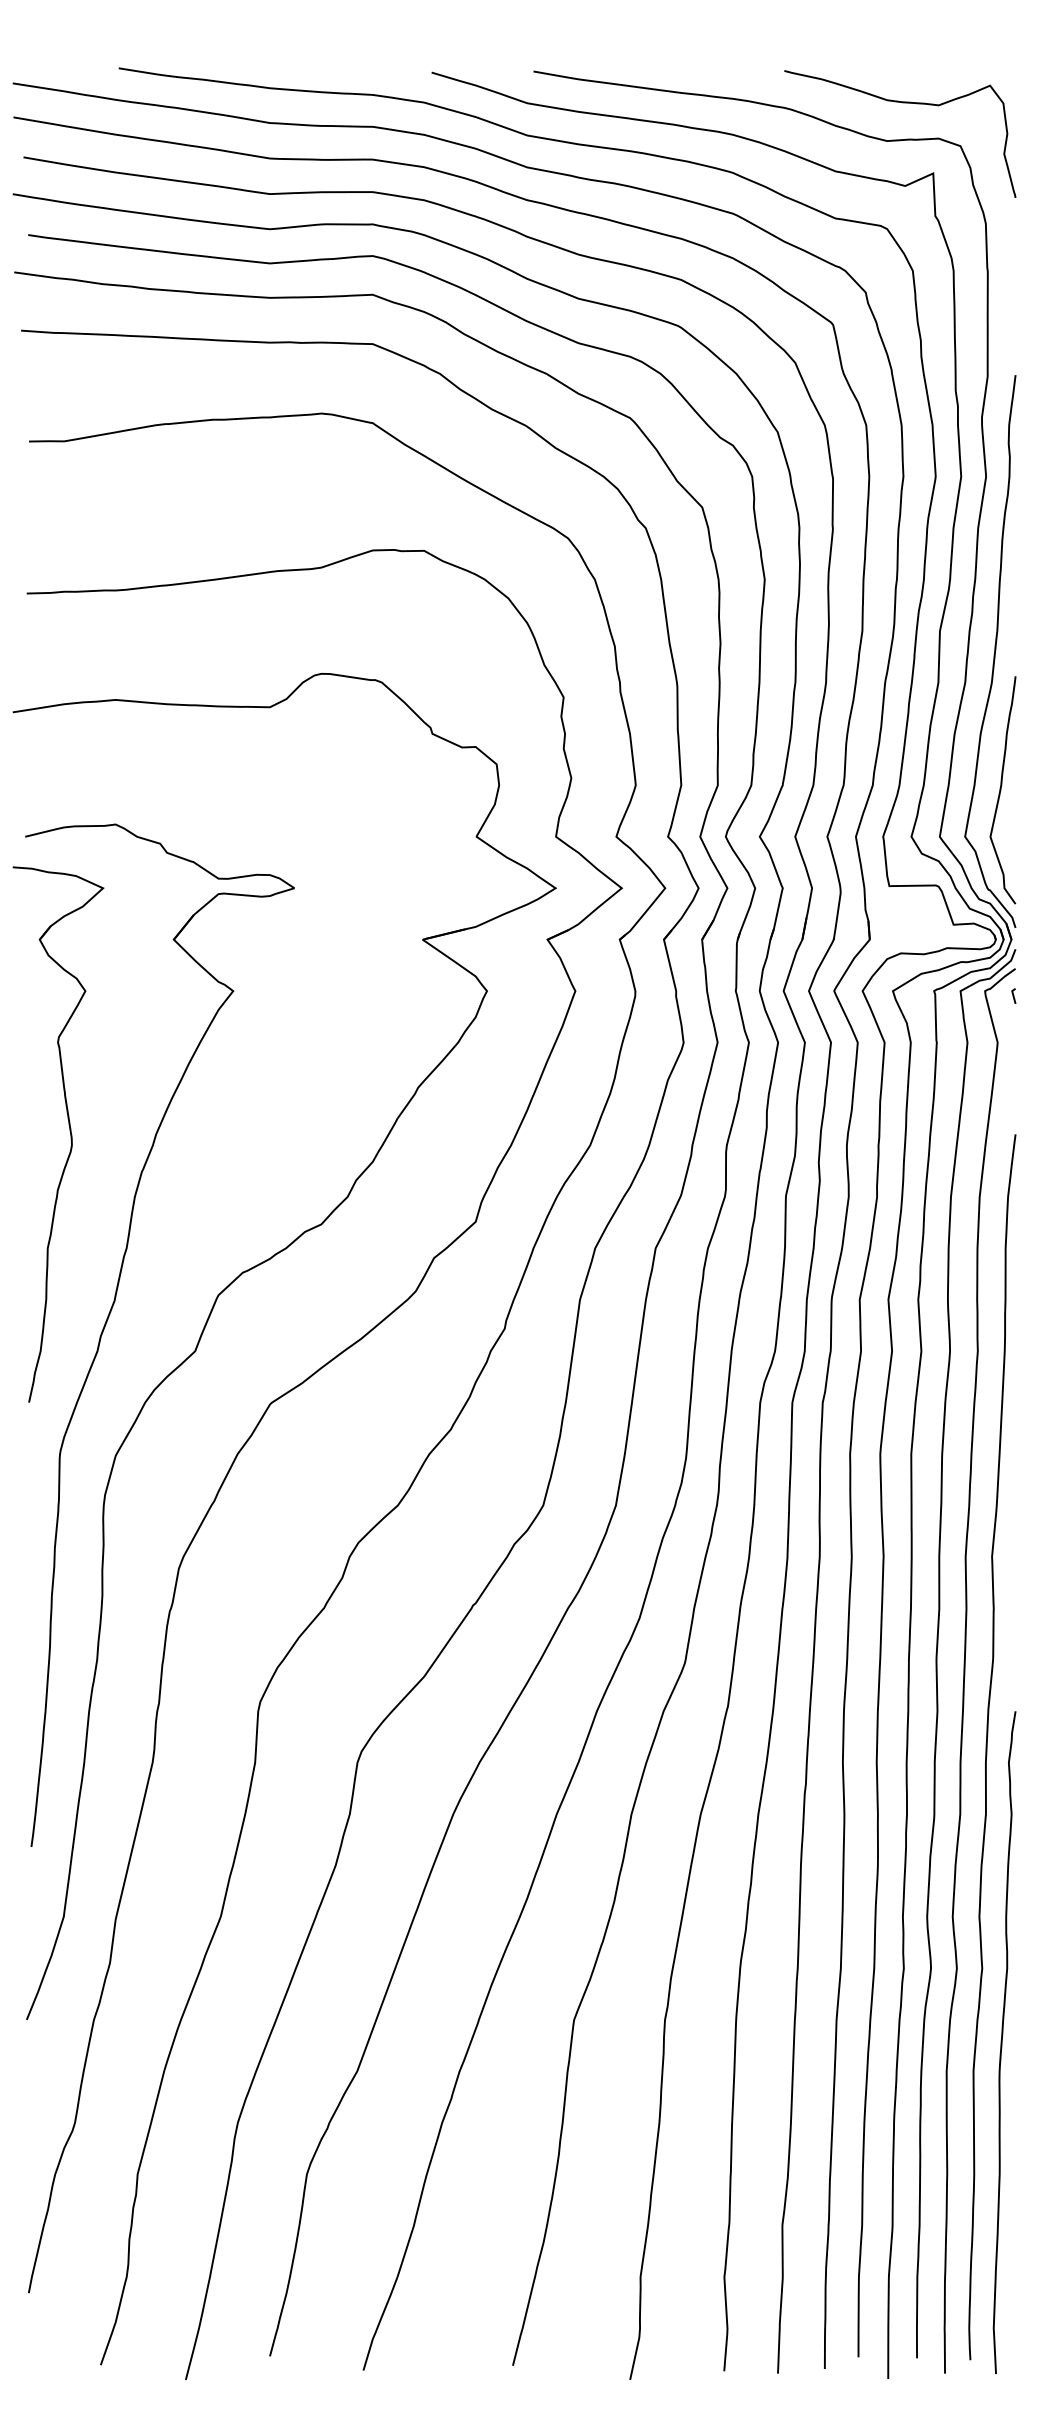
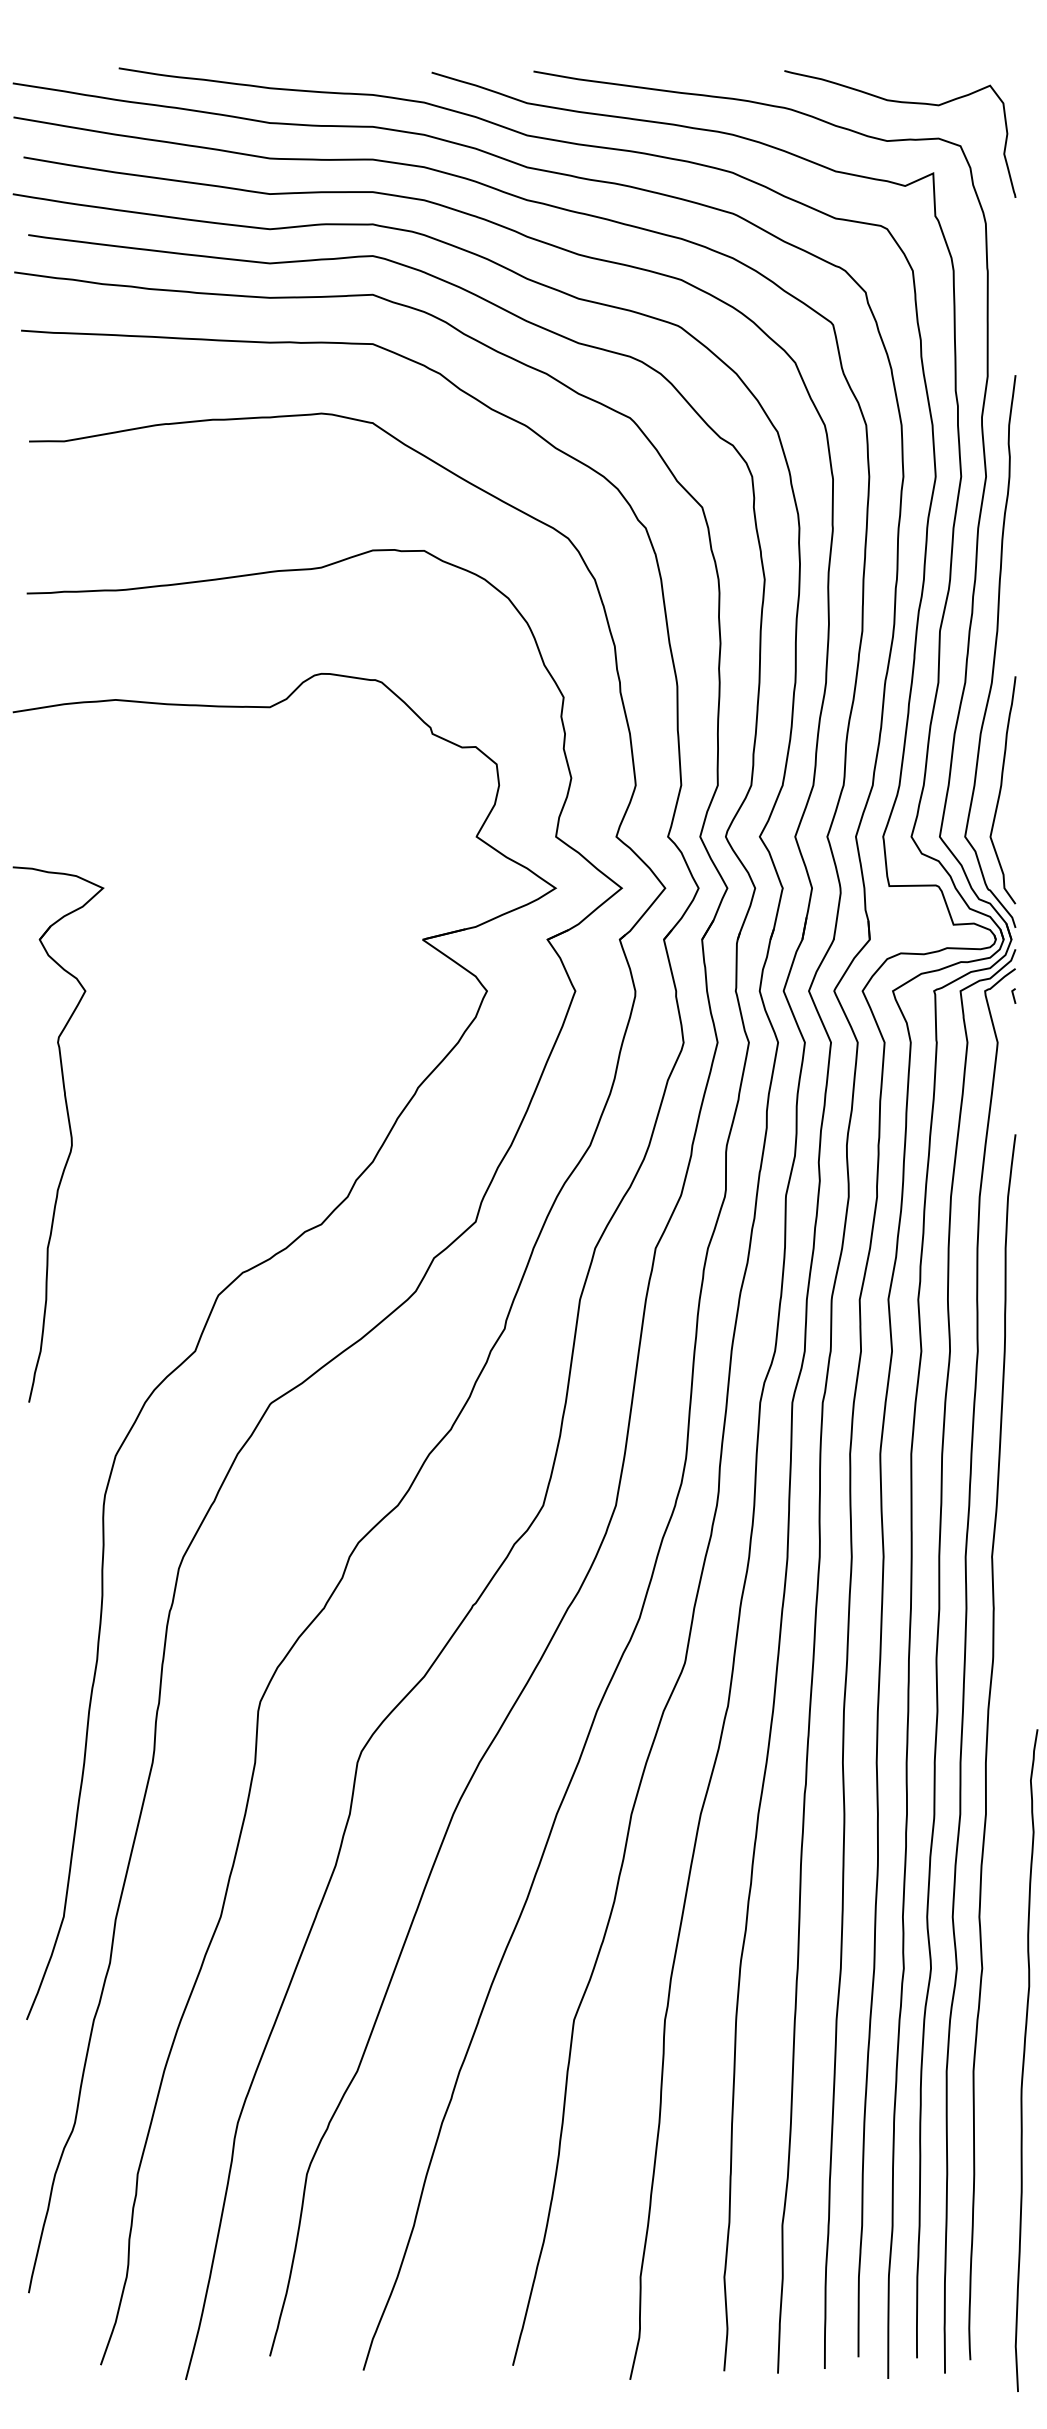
part at (109, 1317): present -> none
curve at (1002, 2042) position: (1002, 2042) -> (1024, 2060)
